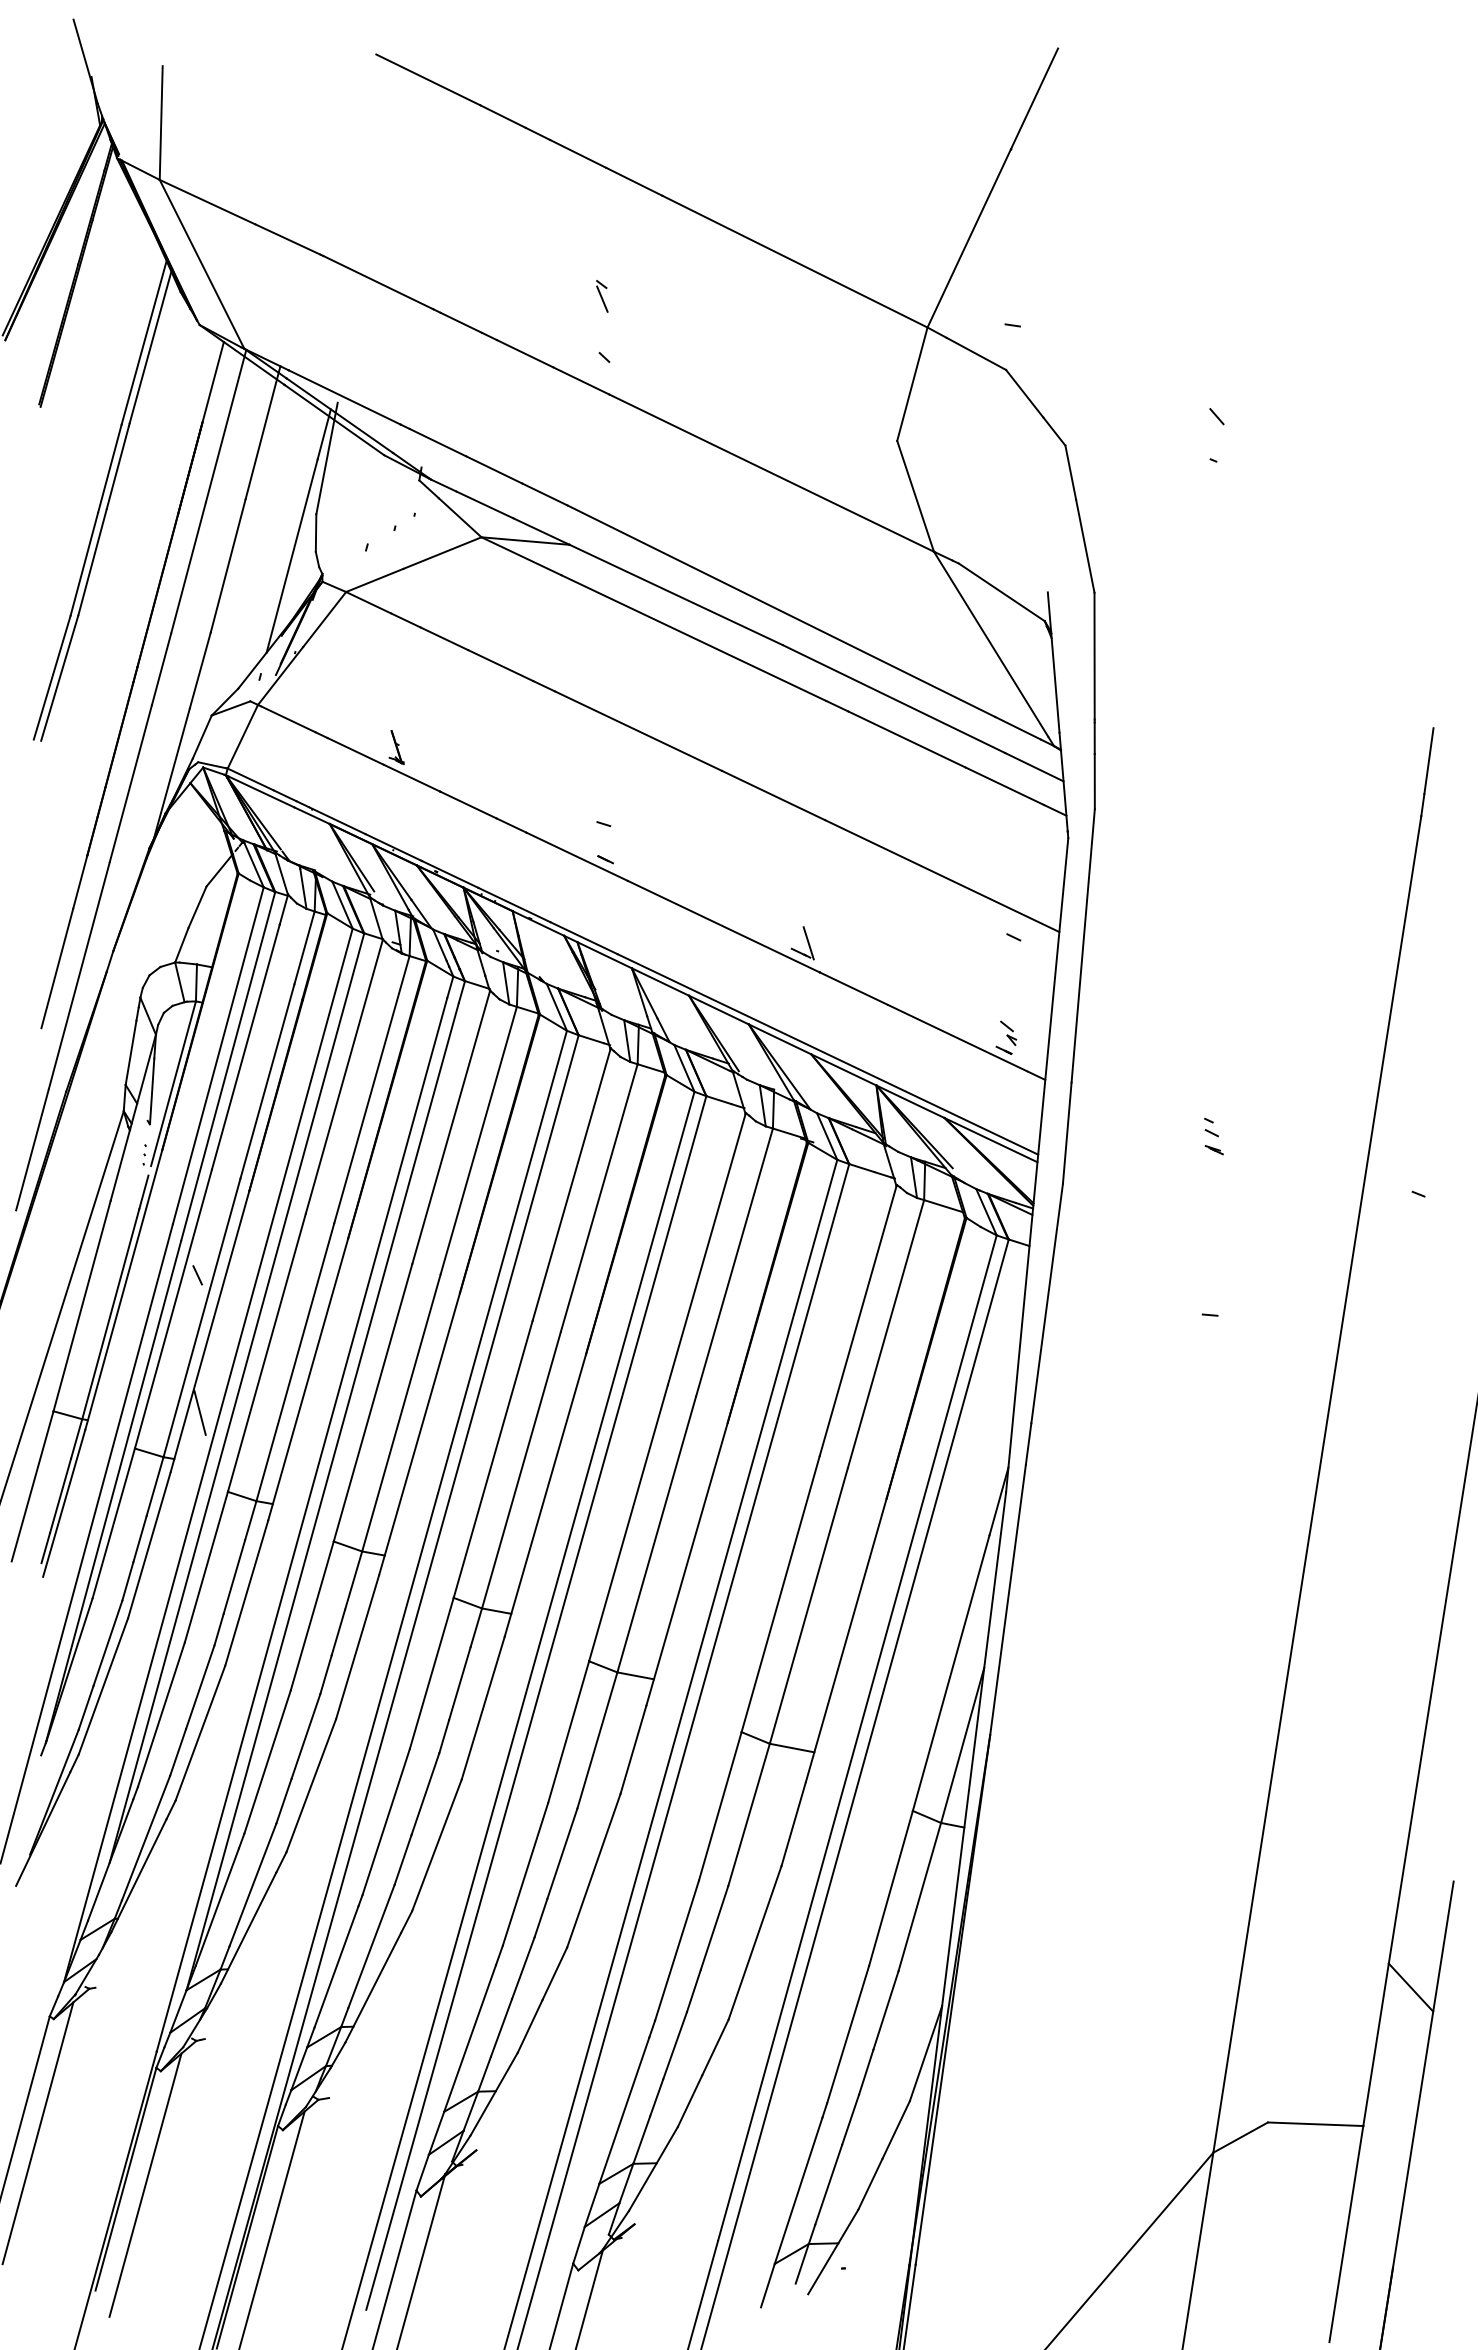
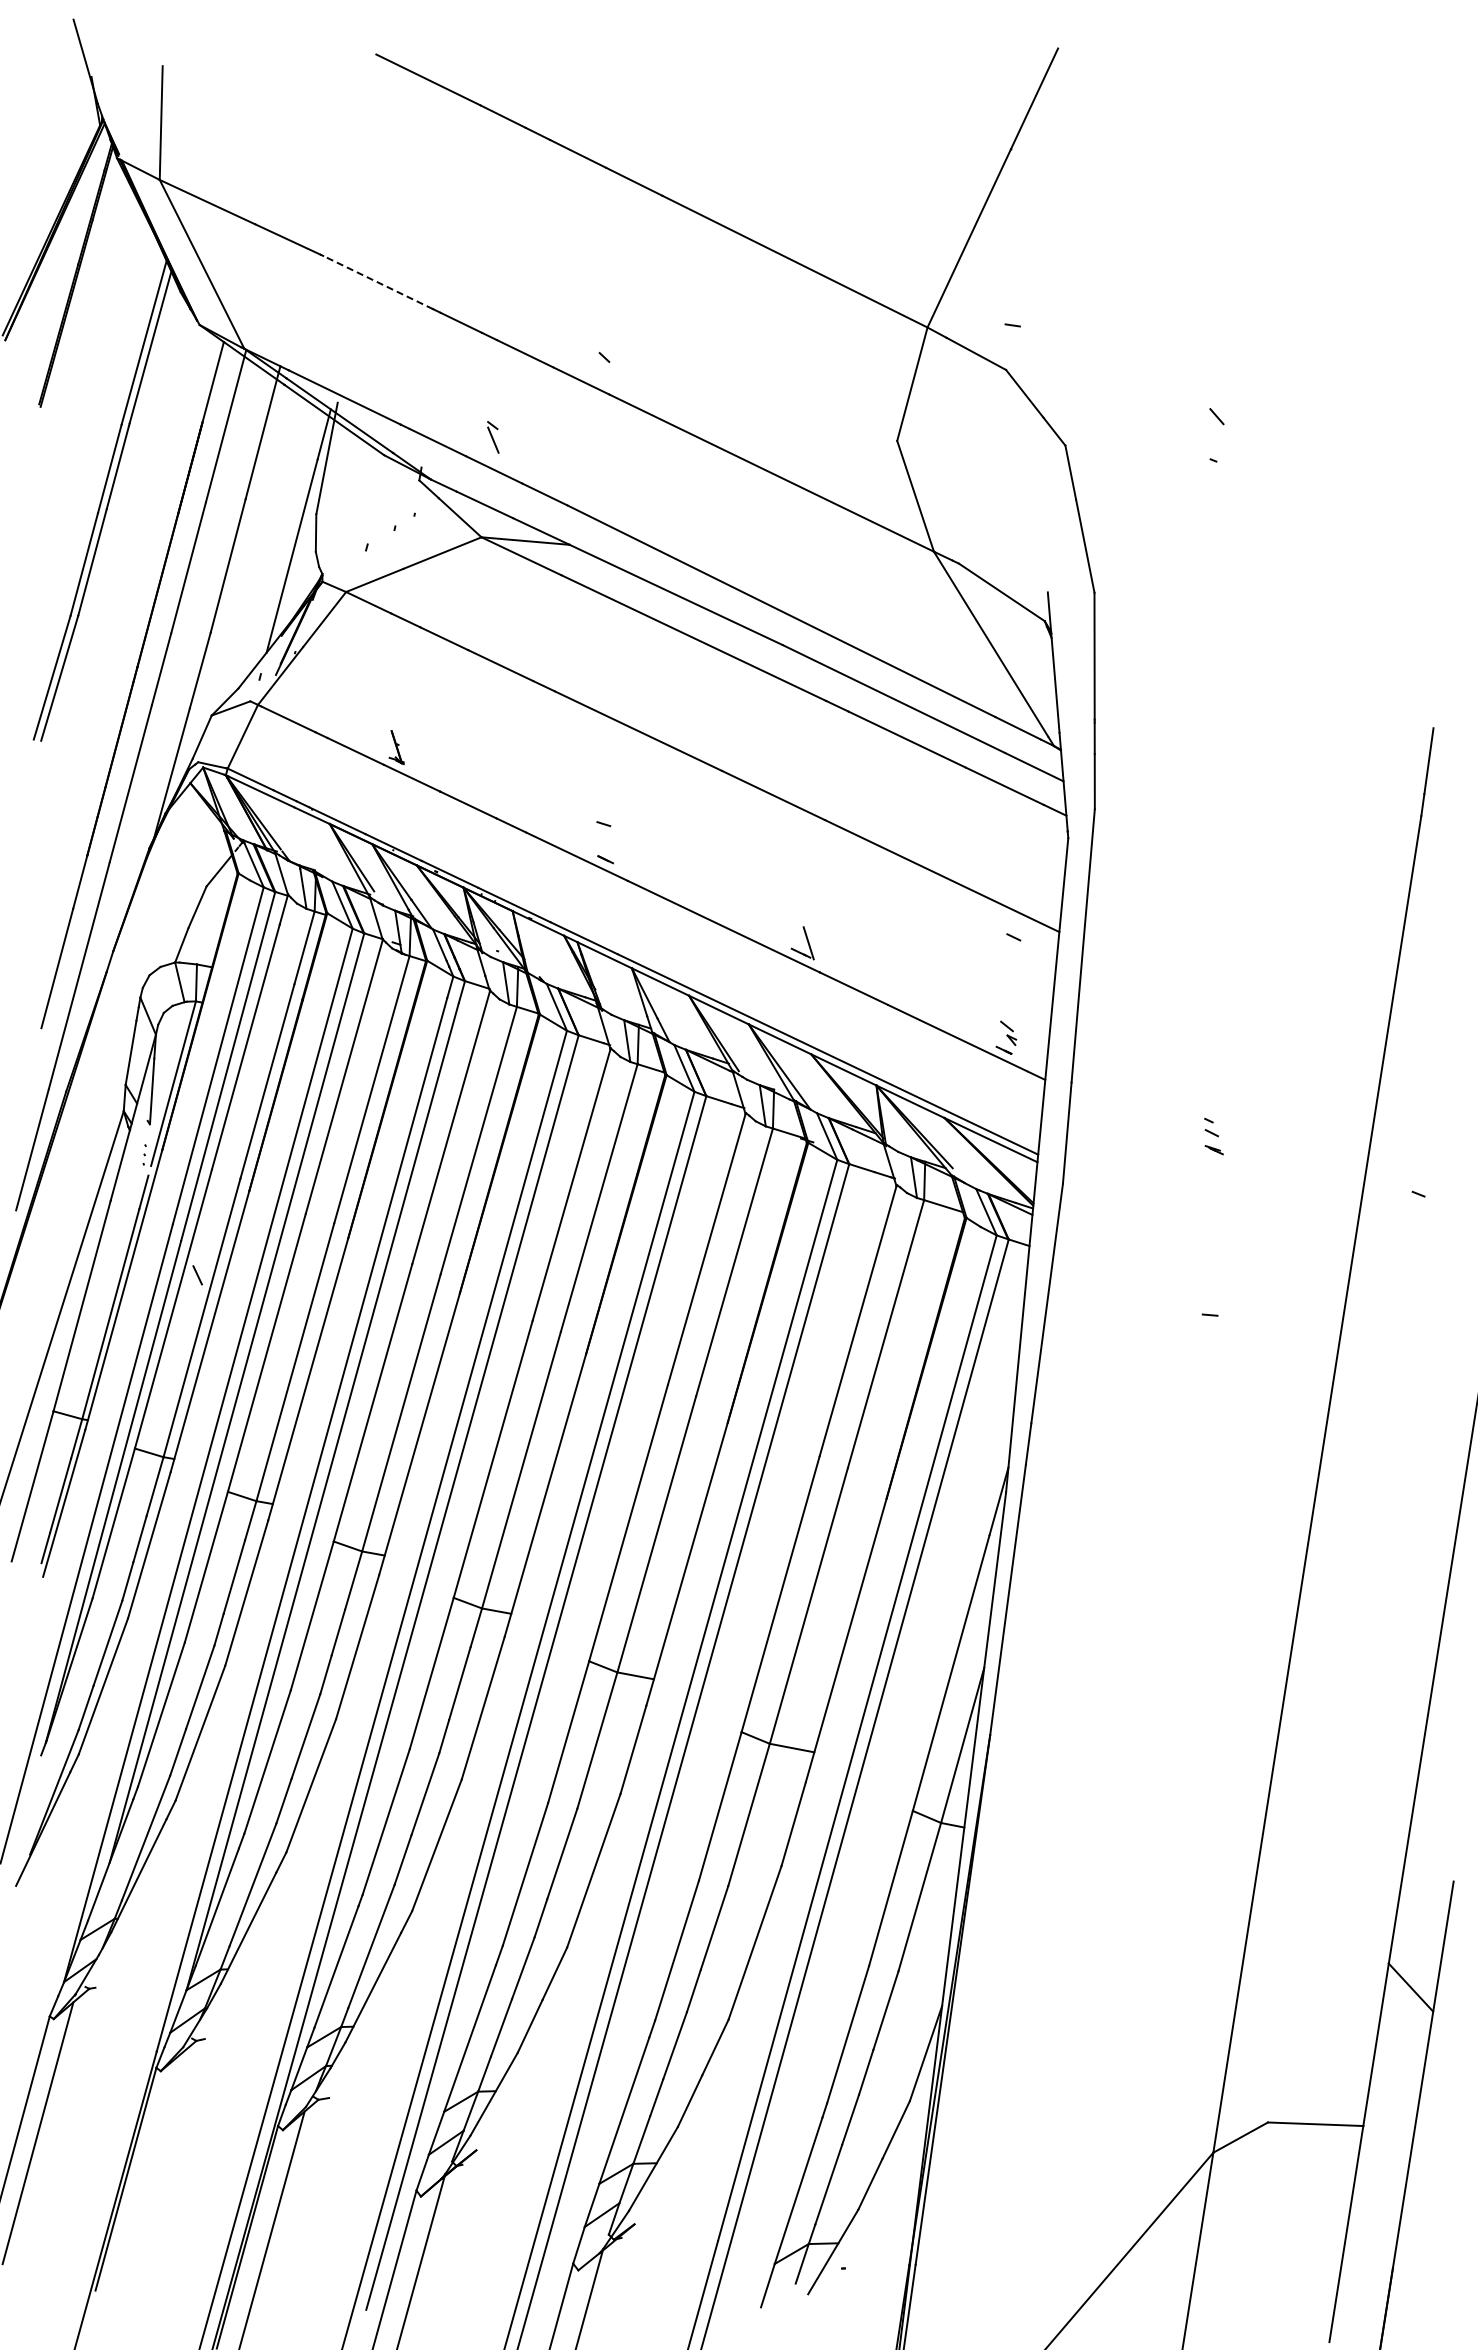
line at (377, 282): solid -> dashed
part at (602, 296) position: (602, 296) -> (493, 437)
line at (199, 1412): present -> none
line at (145, 2184): present -> none
